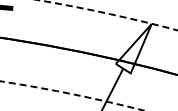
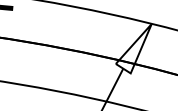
arc at (108, 13): dashed -> solid
arc at (73, 94): dashed -> solid
